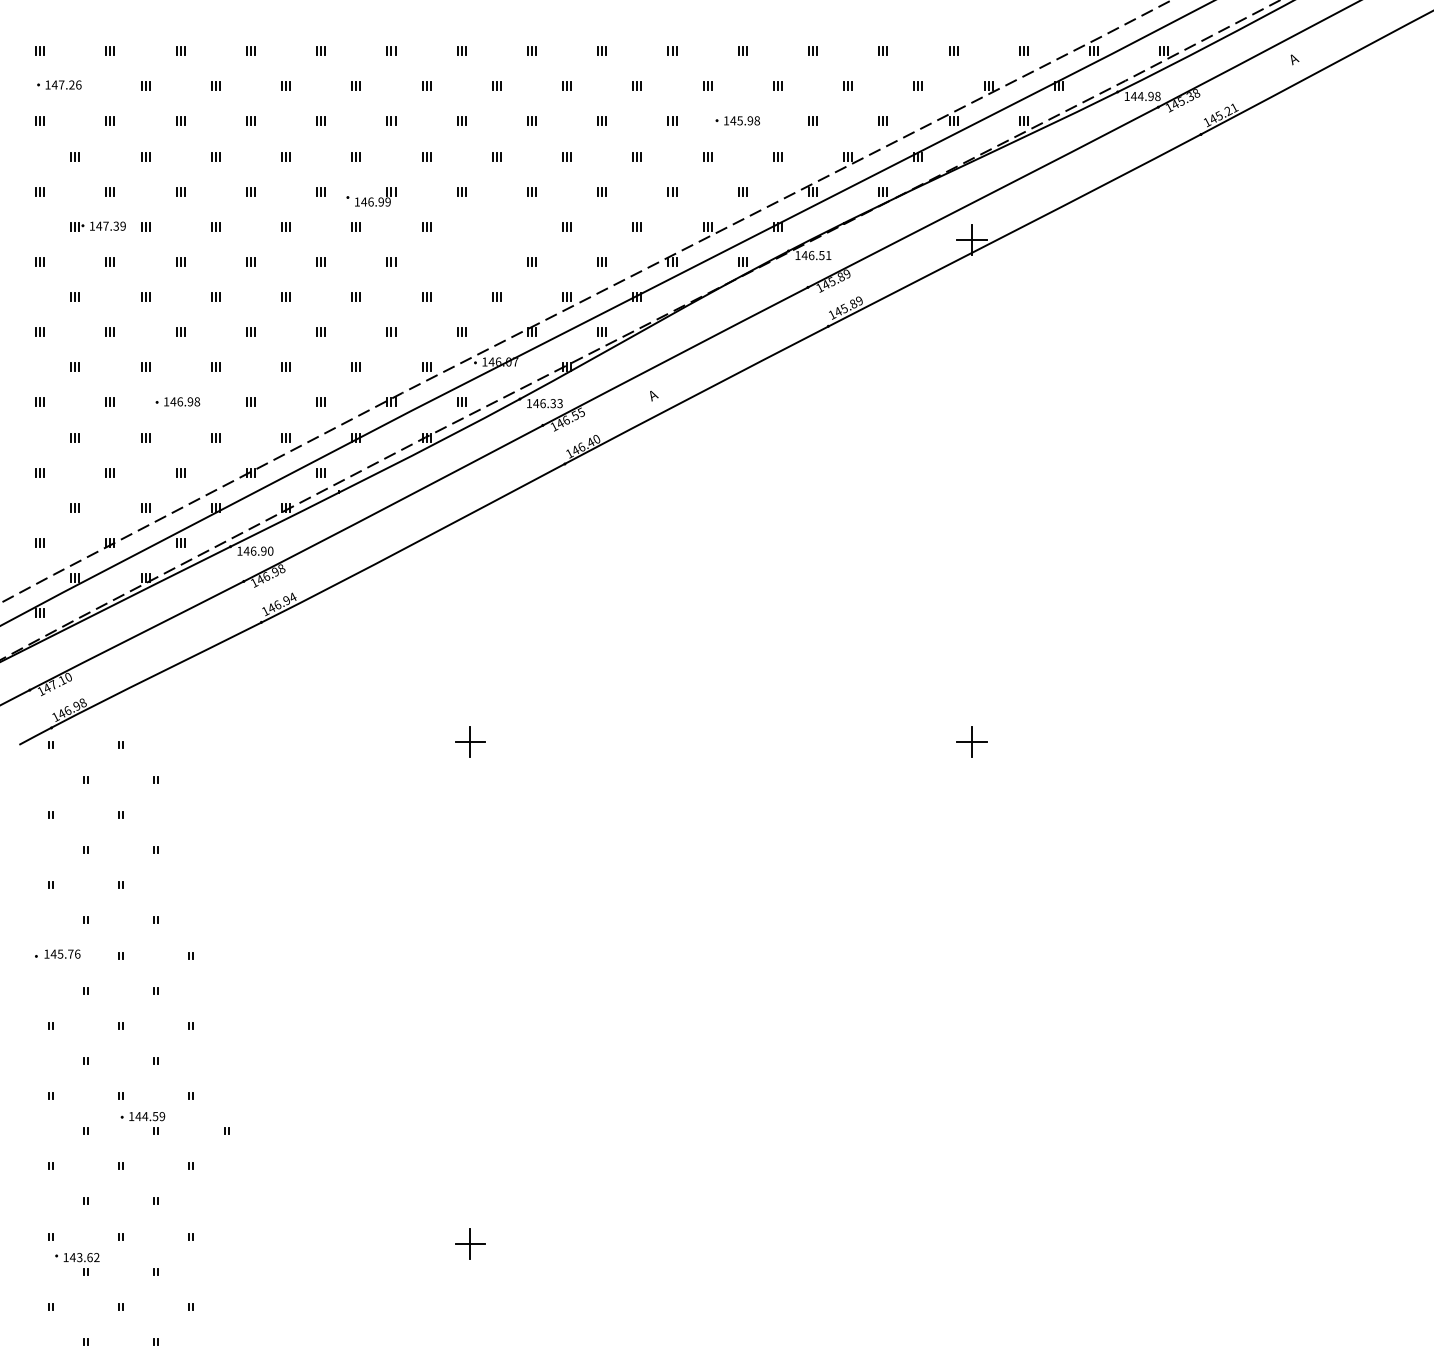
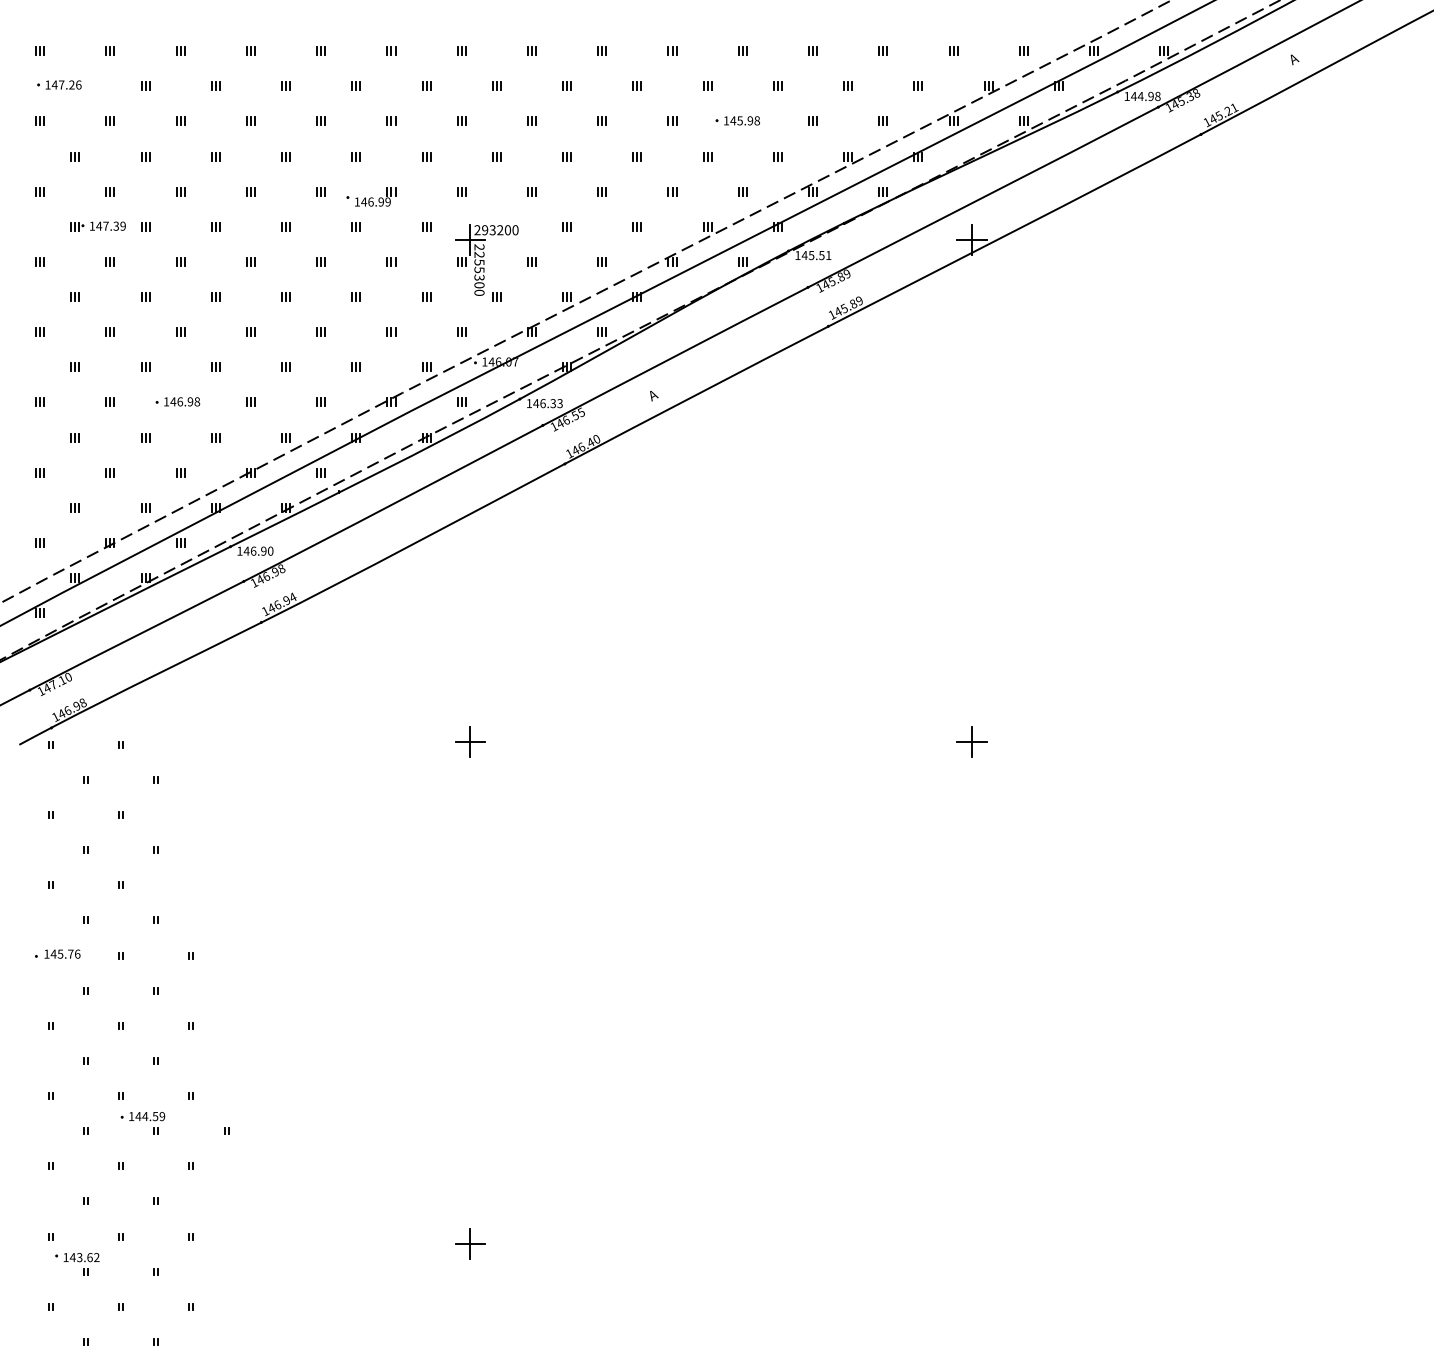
text at (811, 255): 146.51 -> 145.51
part at (486, 259): none -> present
